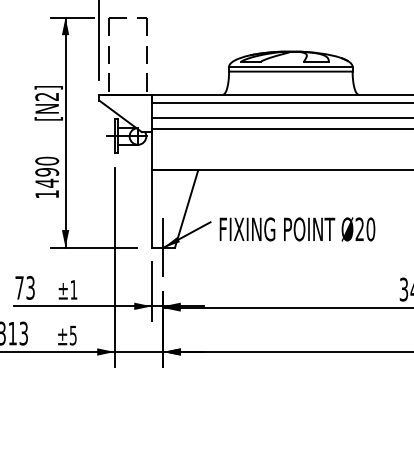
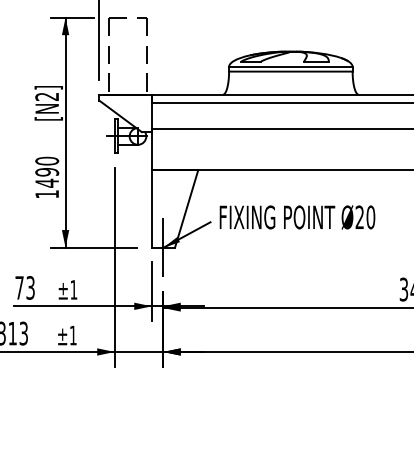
line at (280, 118): present -> none
text at (297, 229) position: (297, 229) -> (297, 217)
text at (72, 335): ±5 -> ±1
